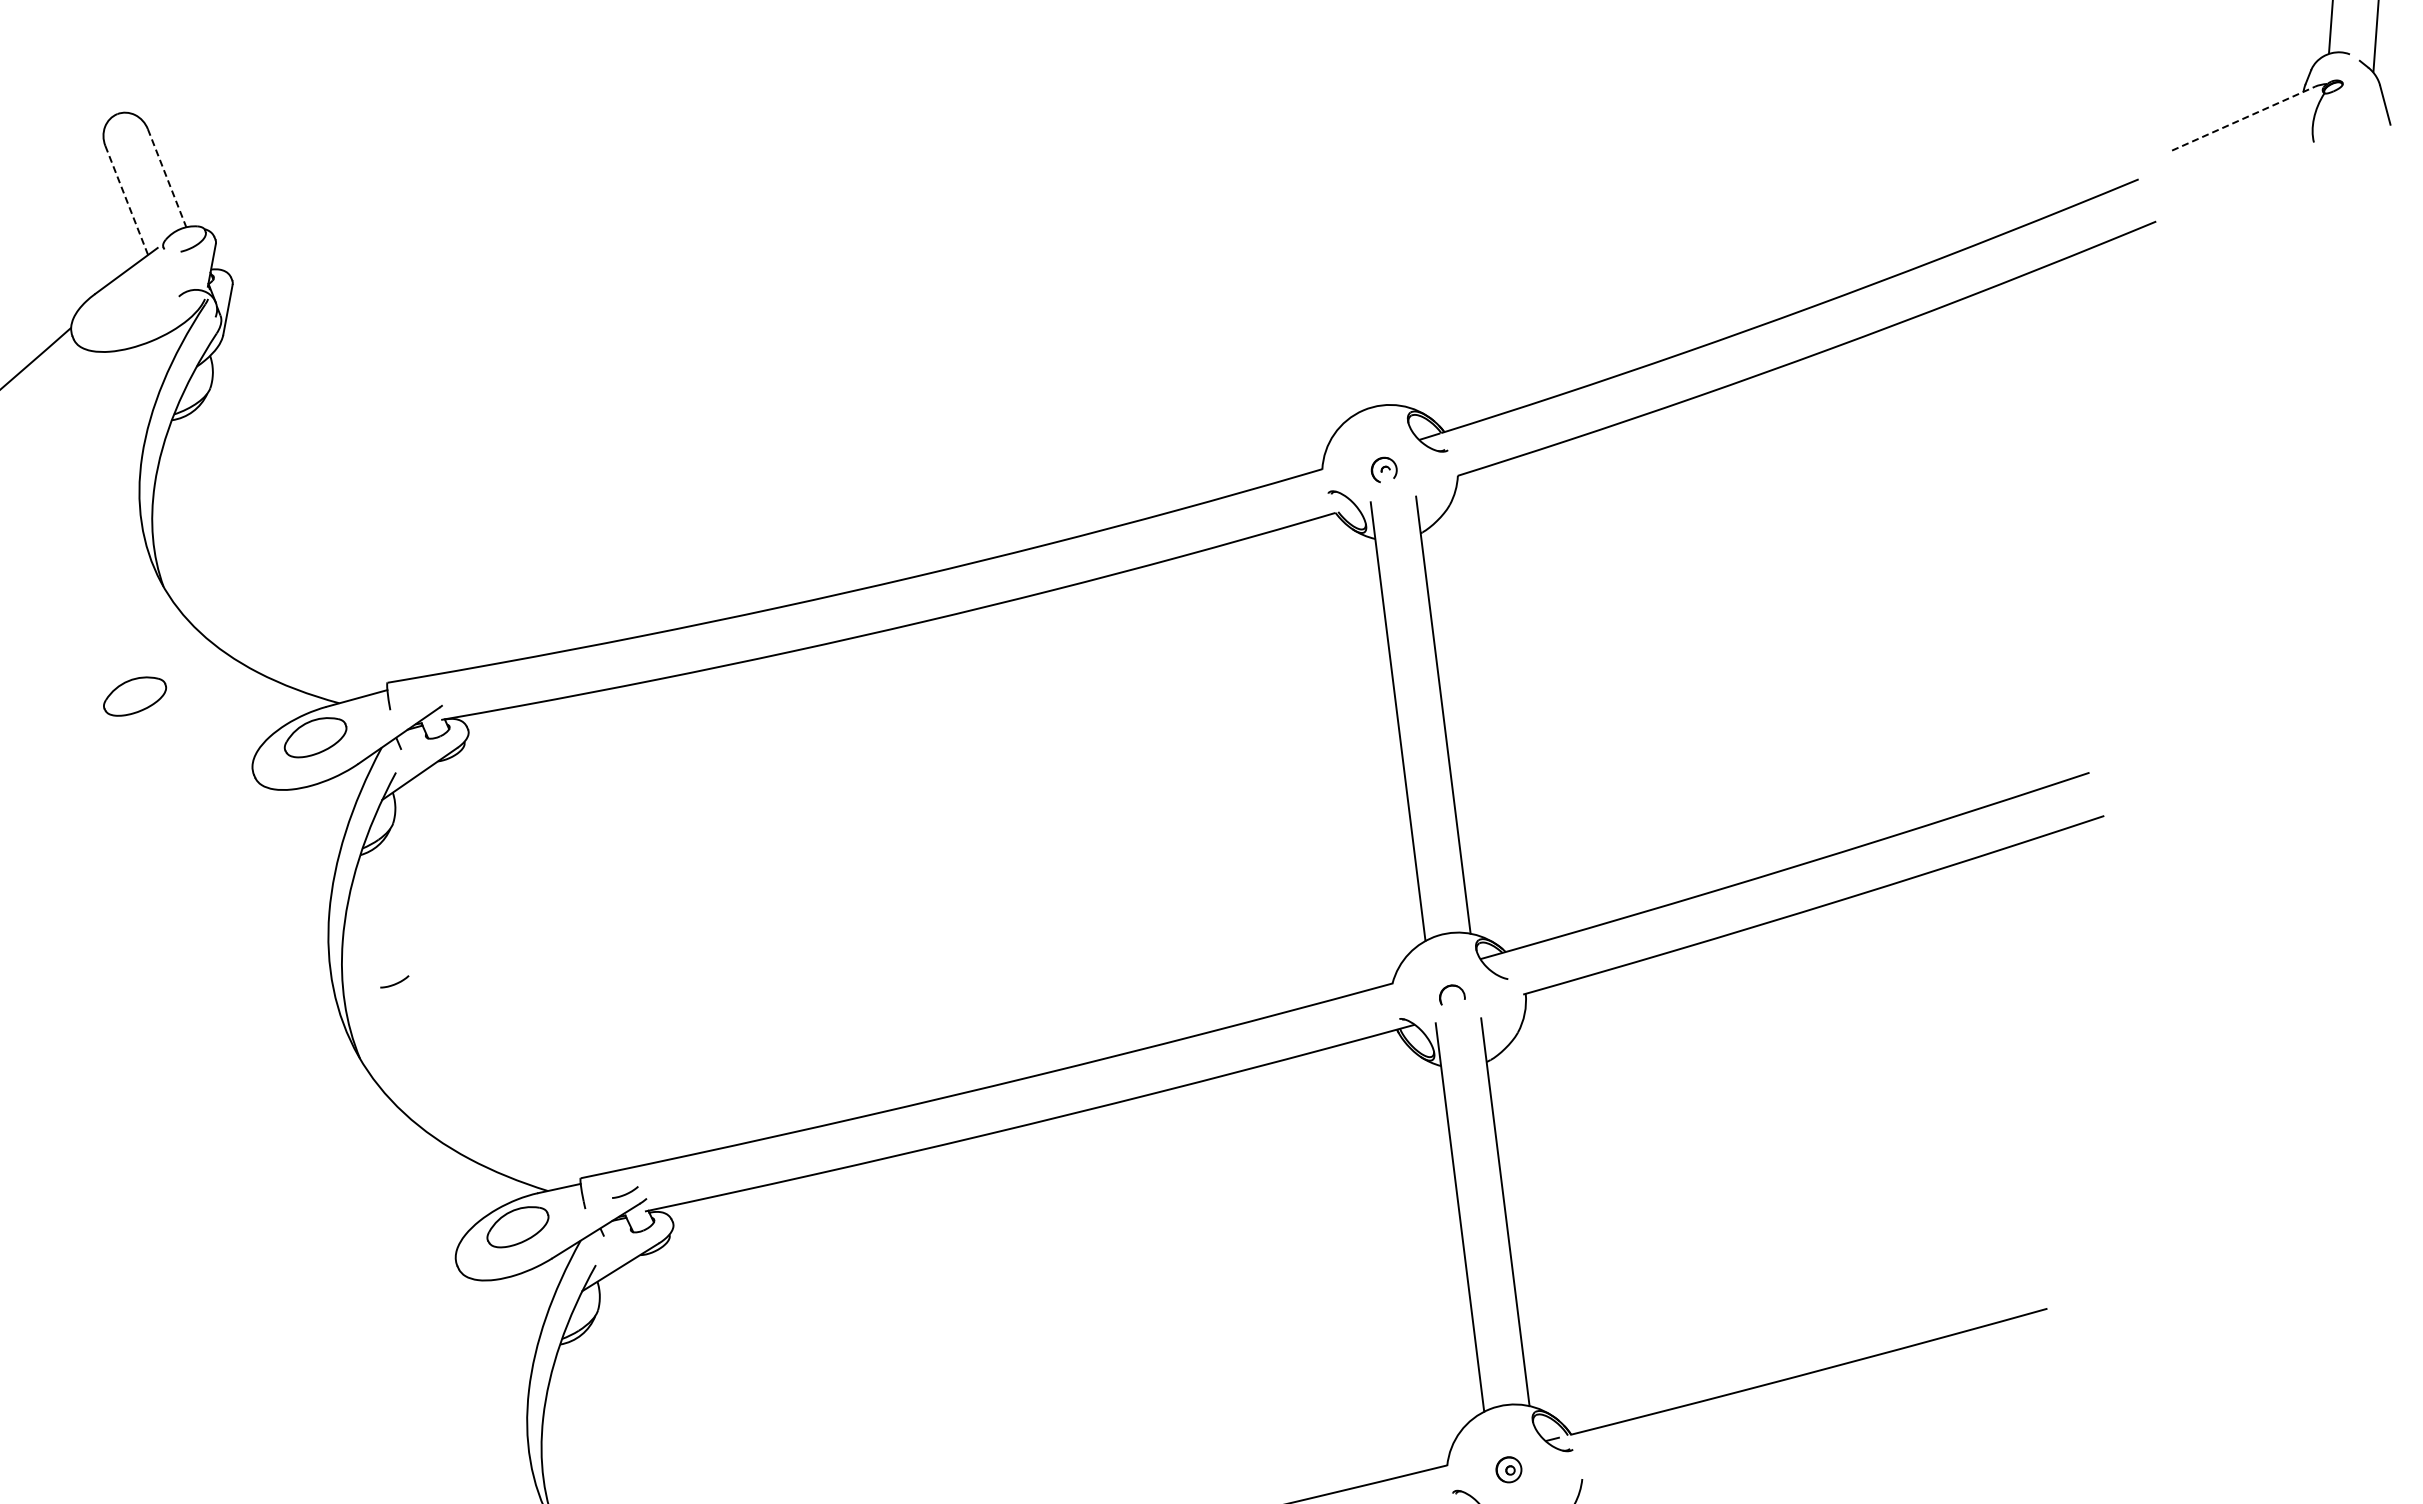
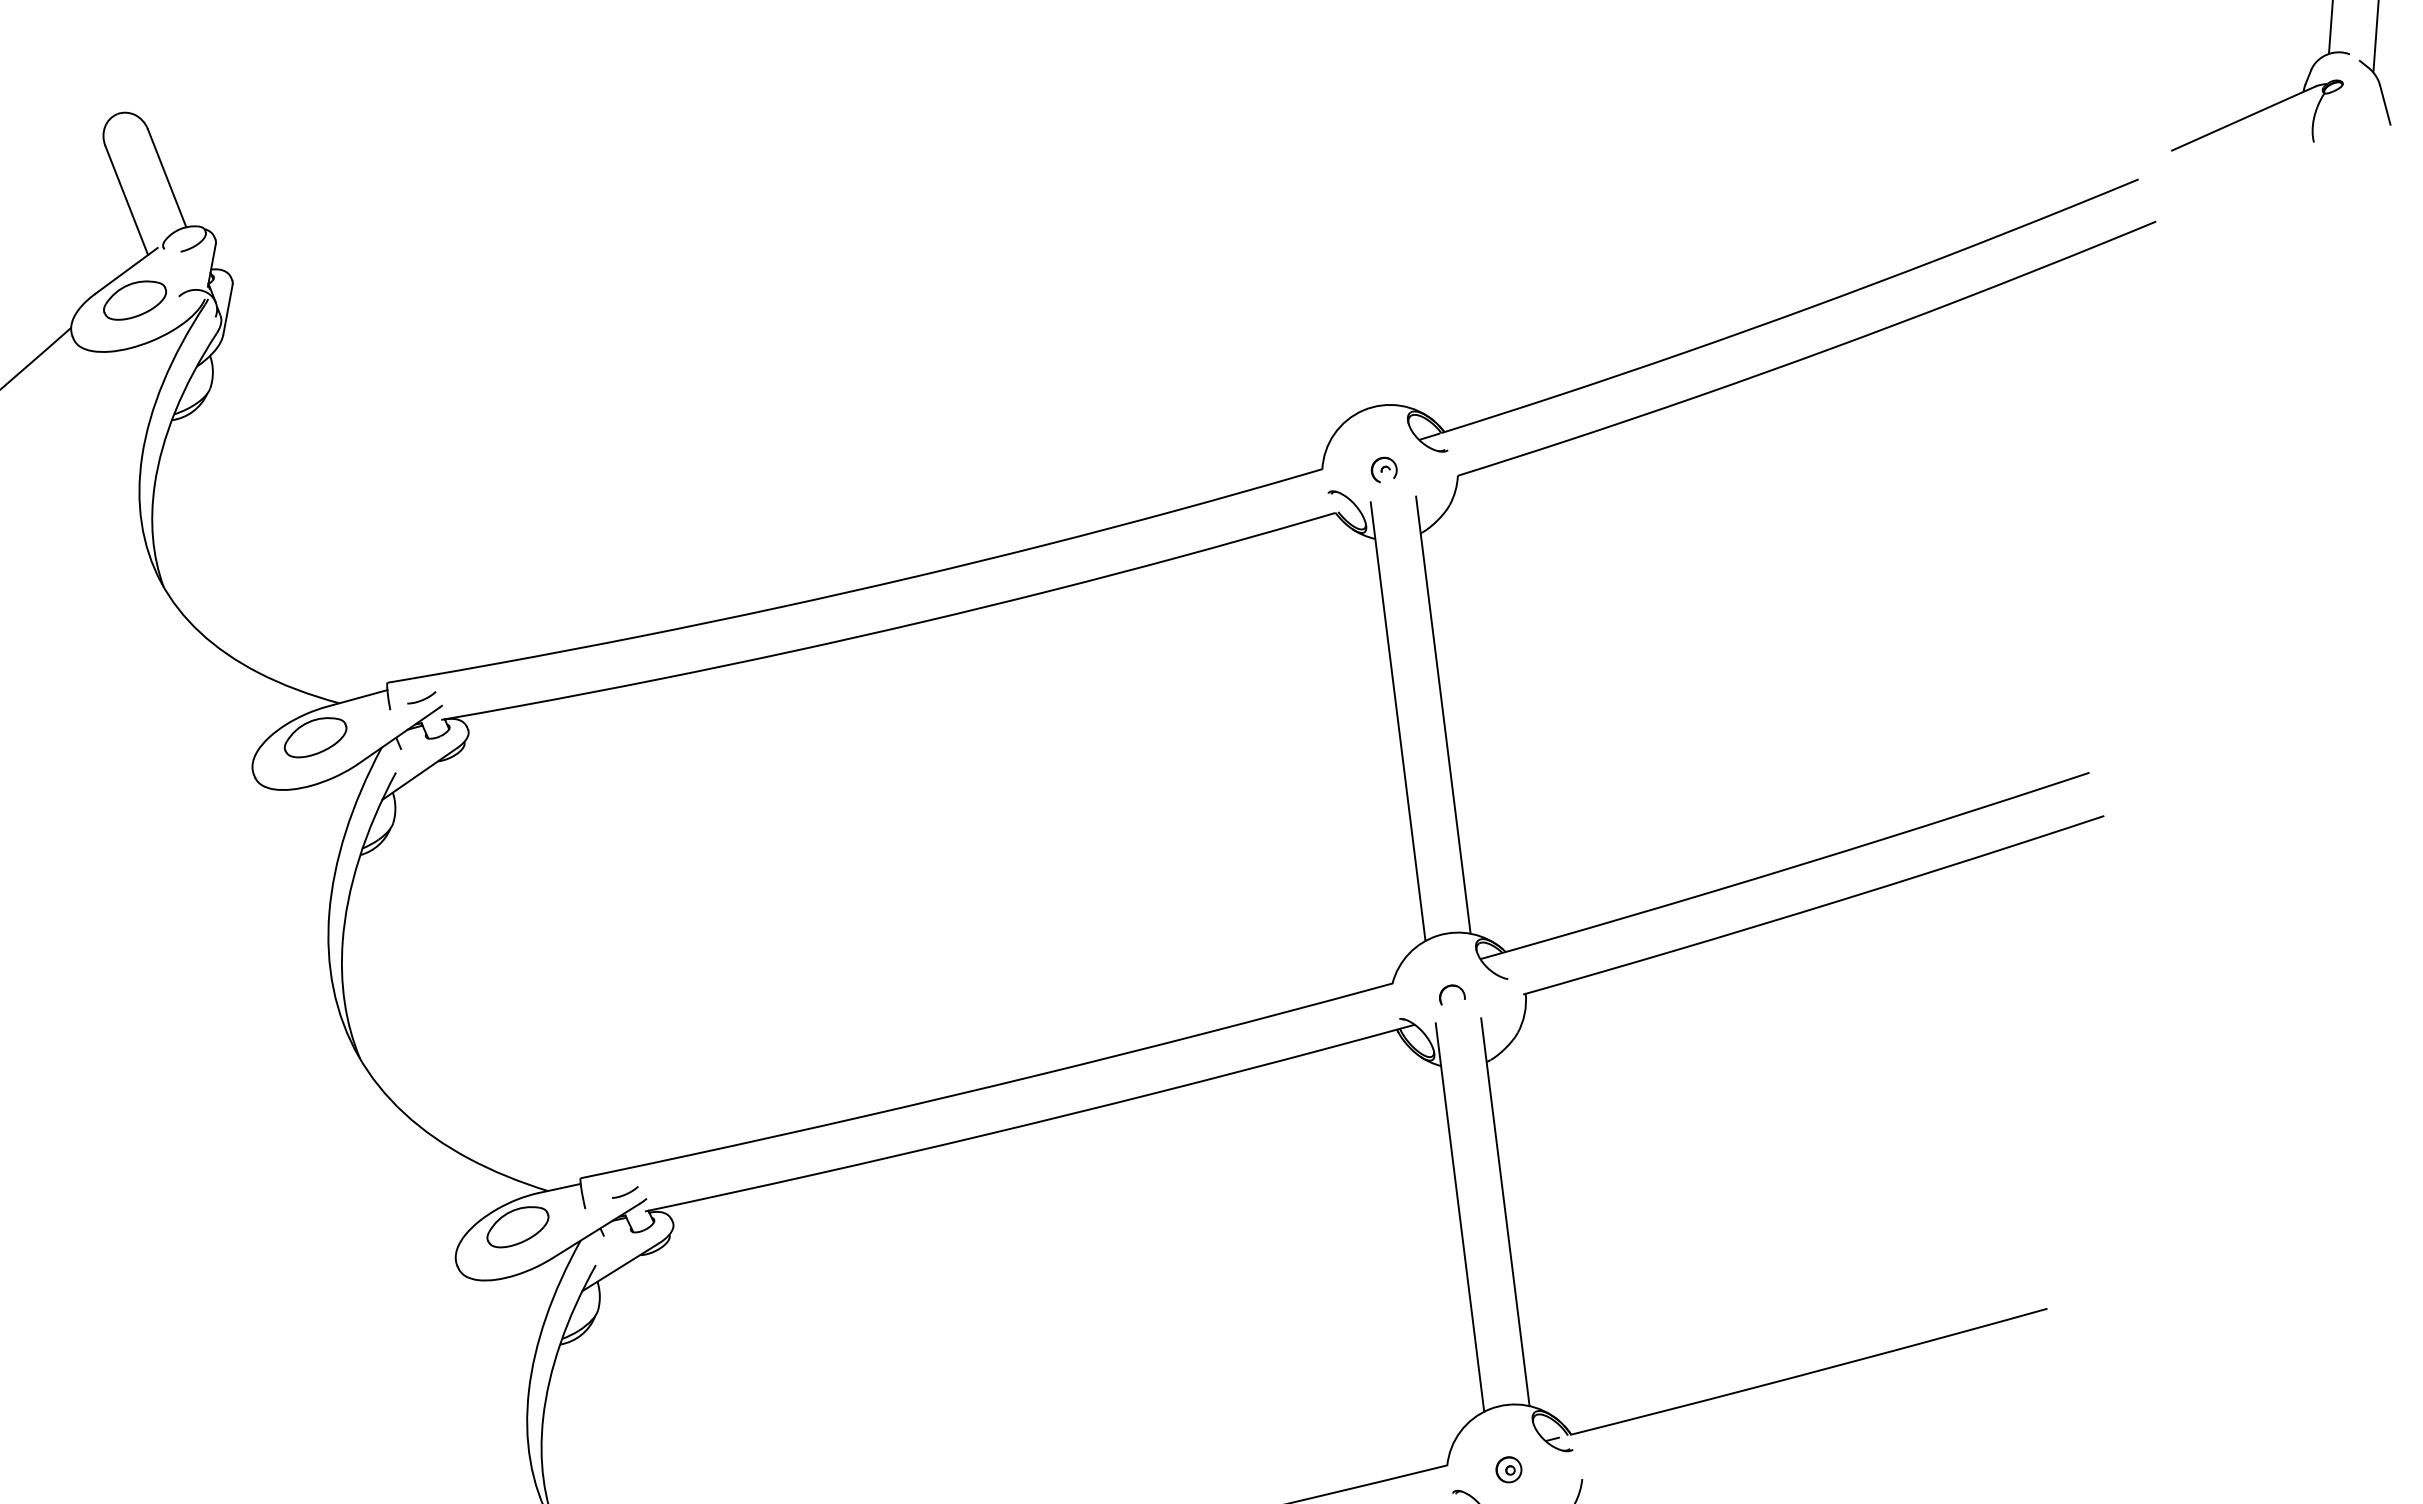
line at (2244, 118): dashed -> solid
line at (167, 178): dashed -> solid
line at (126, 200): dashed -> solid
part at (135, 696) position: (135, 696) -> (135, 300)
curve at (394, 983) position: (394, 983) -> (421, 699)
